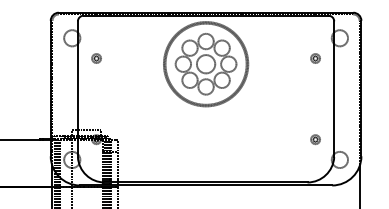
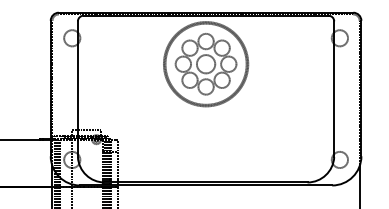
part at (96, 58): present -> none
part at (315, 58): present -> none
part at (315, 139): present -> none
